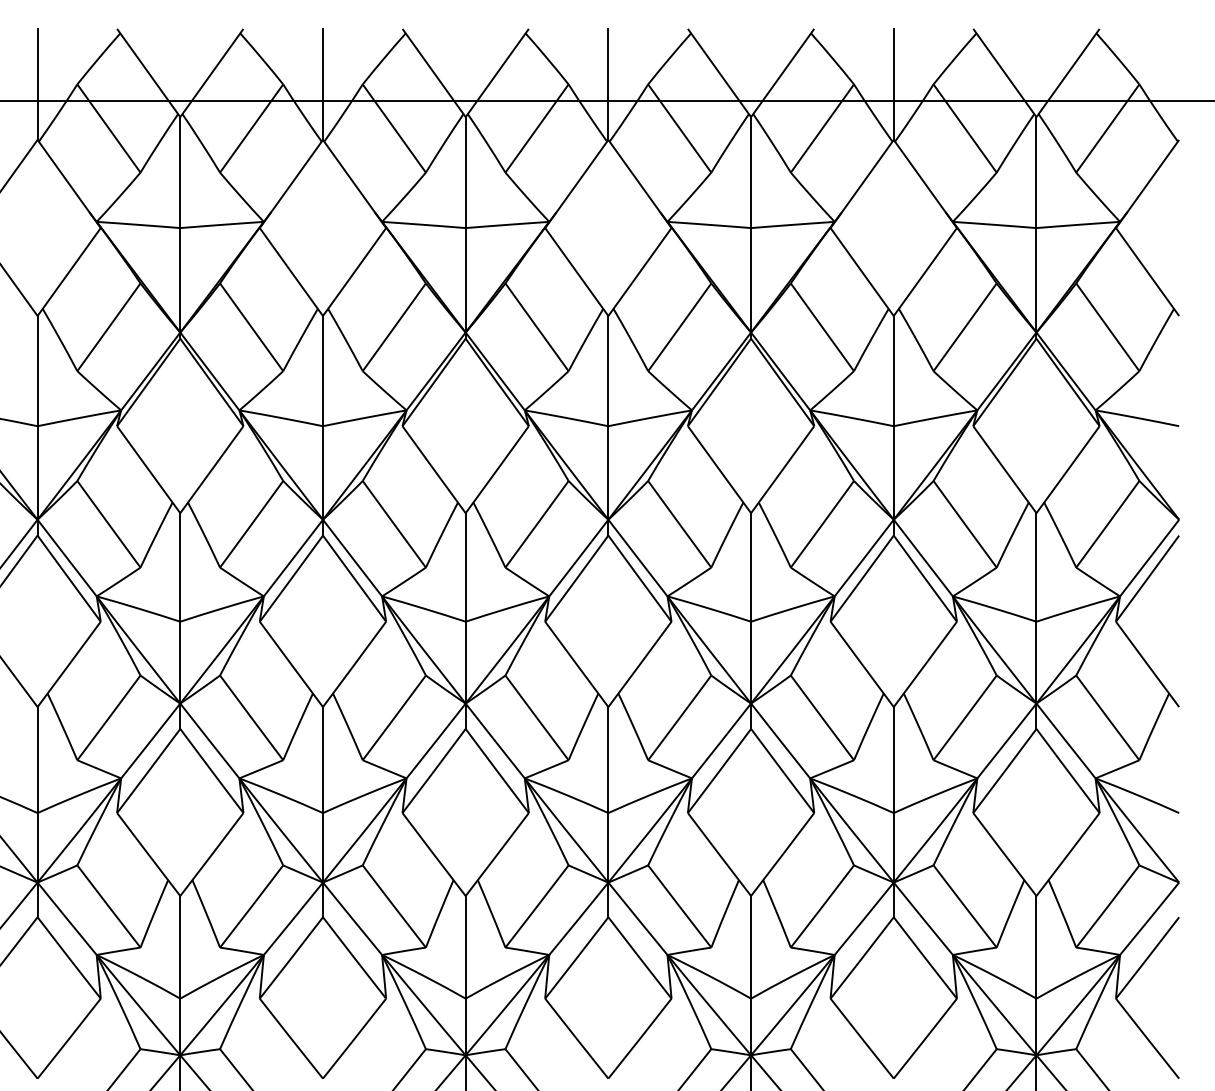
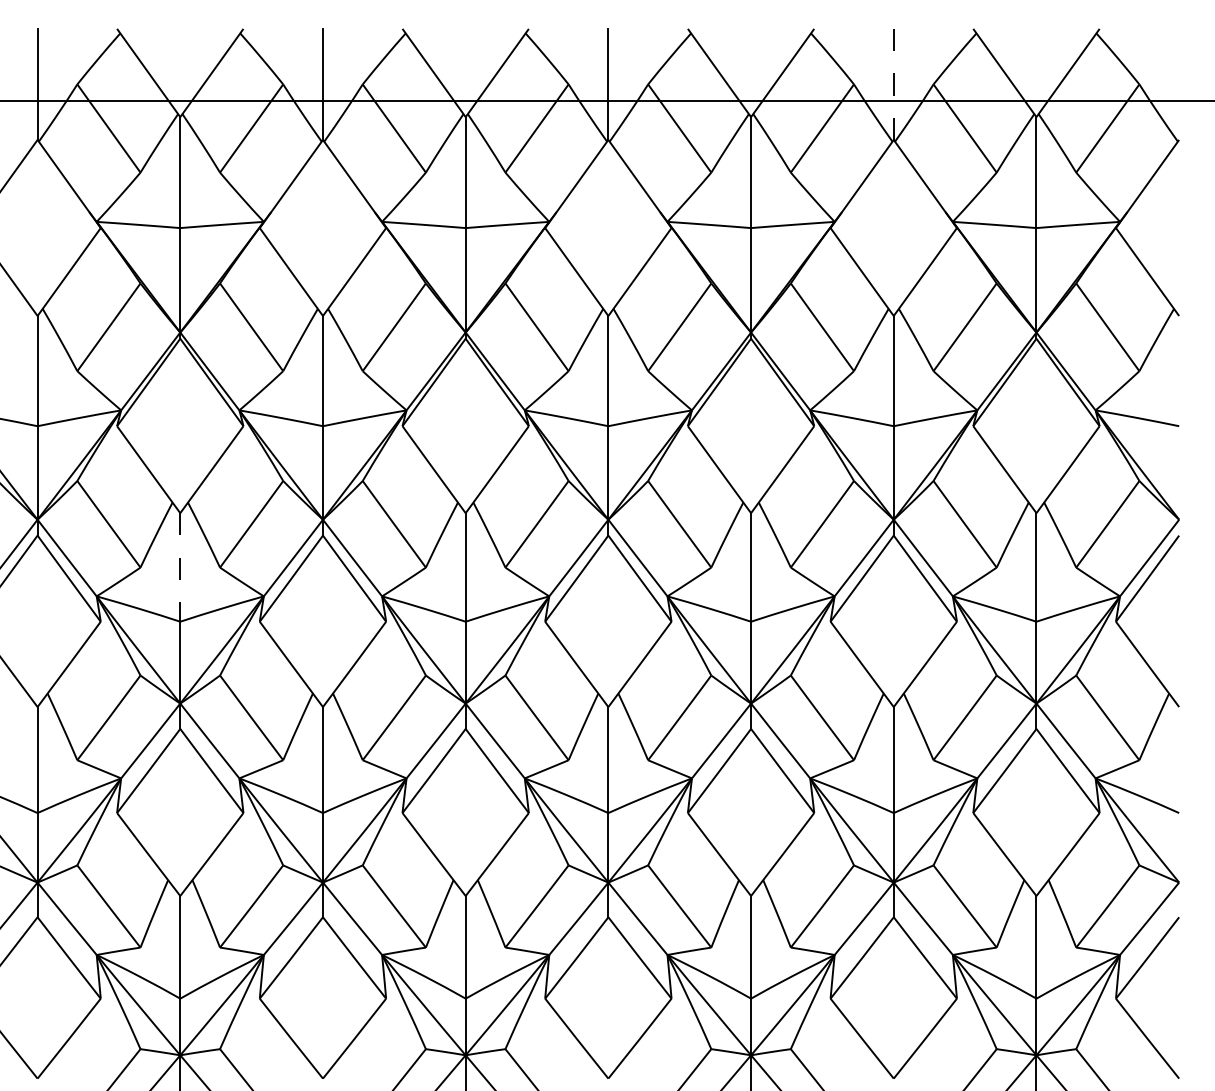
line at (893, 84): solid -> dashed
line at (180, 567): solid -> dashed
